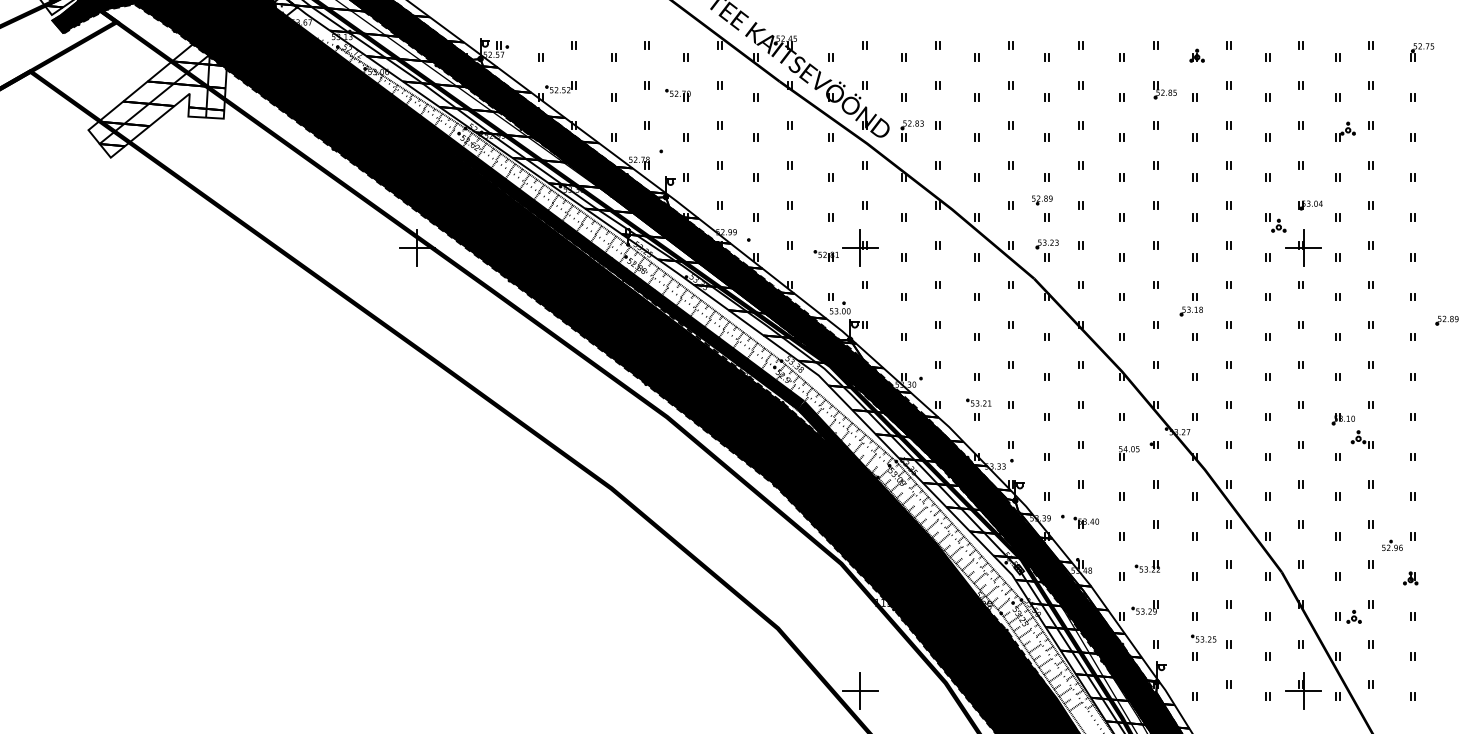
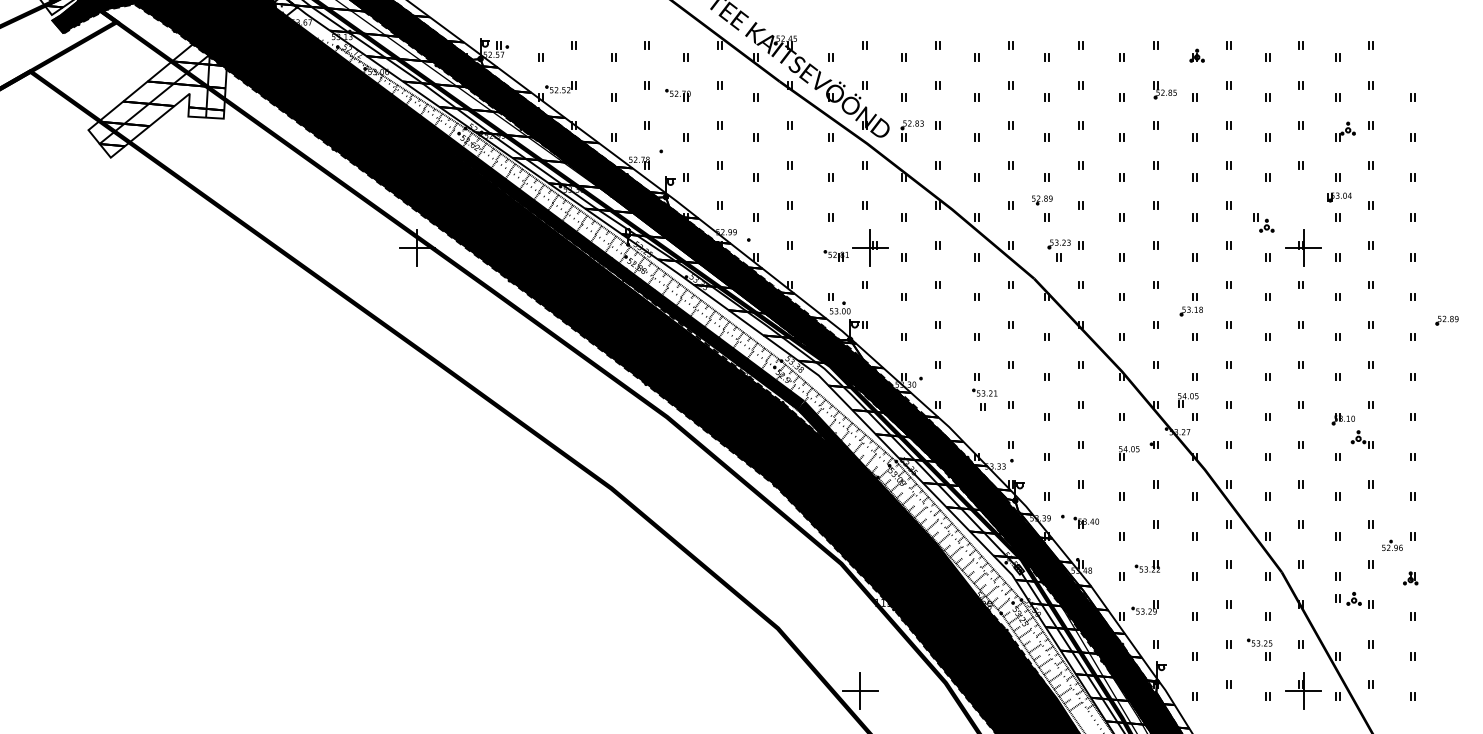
part at (1422, 52): present -> none
part at (1310, 205) position: (1310, 205) -> (1339, 197)
part at (1275, 222) position: (1275, 222) -> (1263, 222)
part at (845, 247) position: (845, 247) -> (855, 247)
part at (1046, 250) position: (1046, 250) -> (1058, 250)
part at (1188, 400): none -> present
part at (978, 409) position: (978, 409) -> (984, 399)
part at (1348, 616) position: (1348, 616) -> (1348, 598)
part at (1203, 638) position: (1203, 638) -> (1259, 642)
